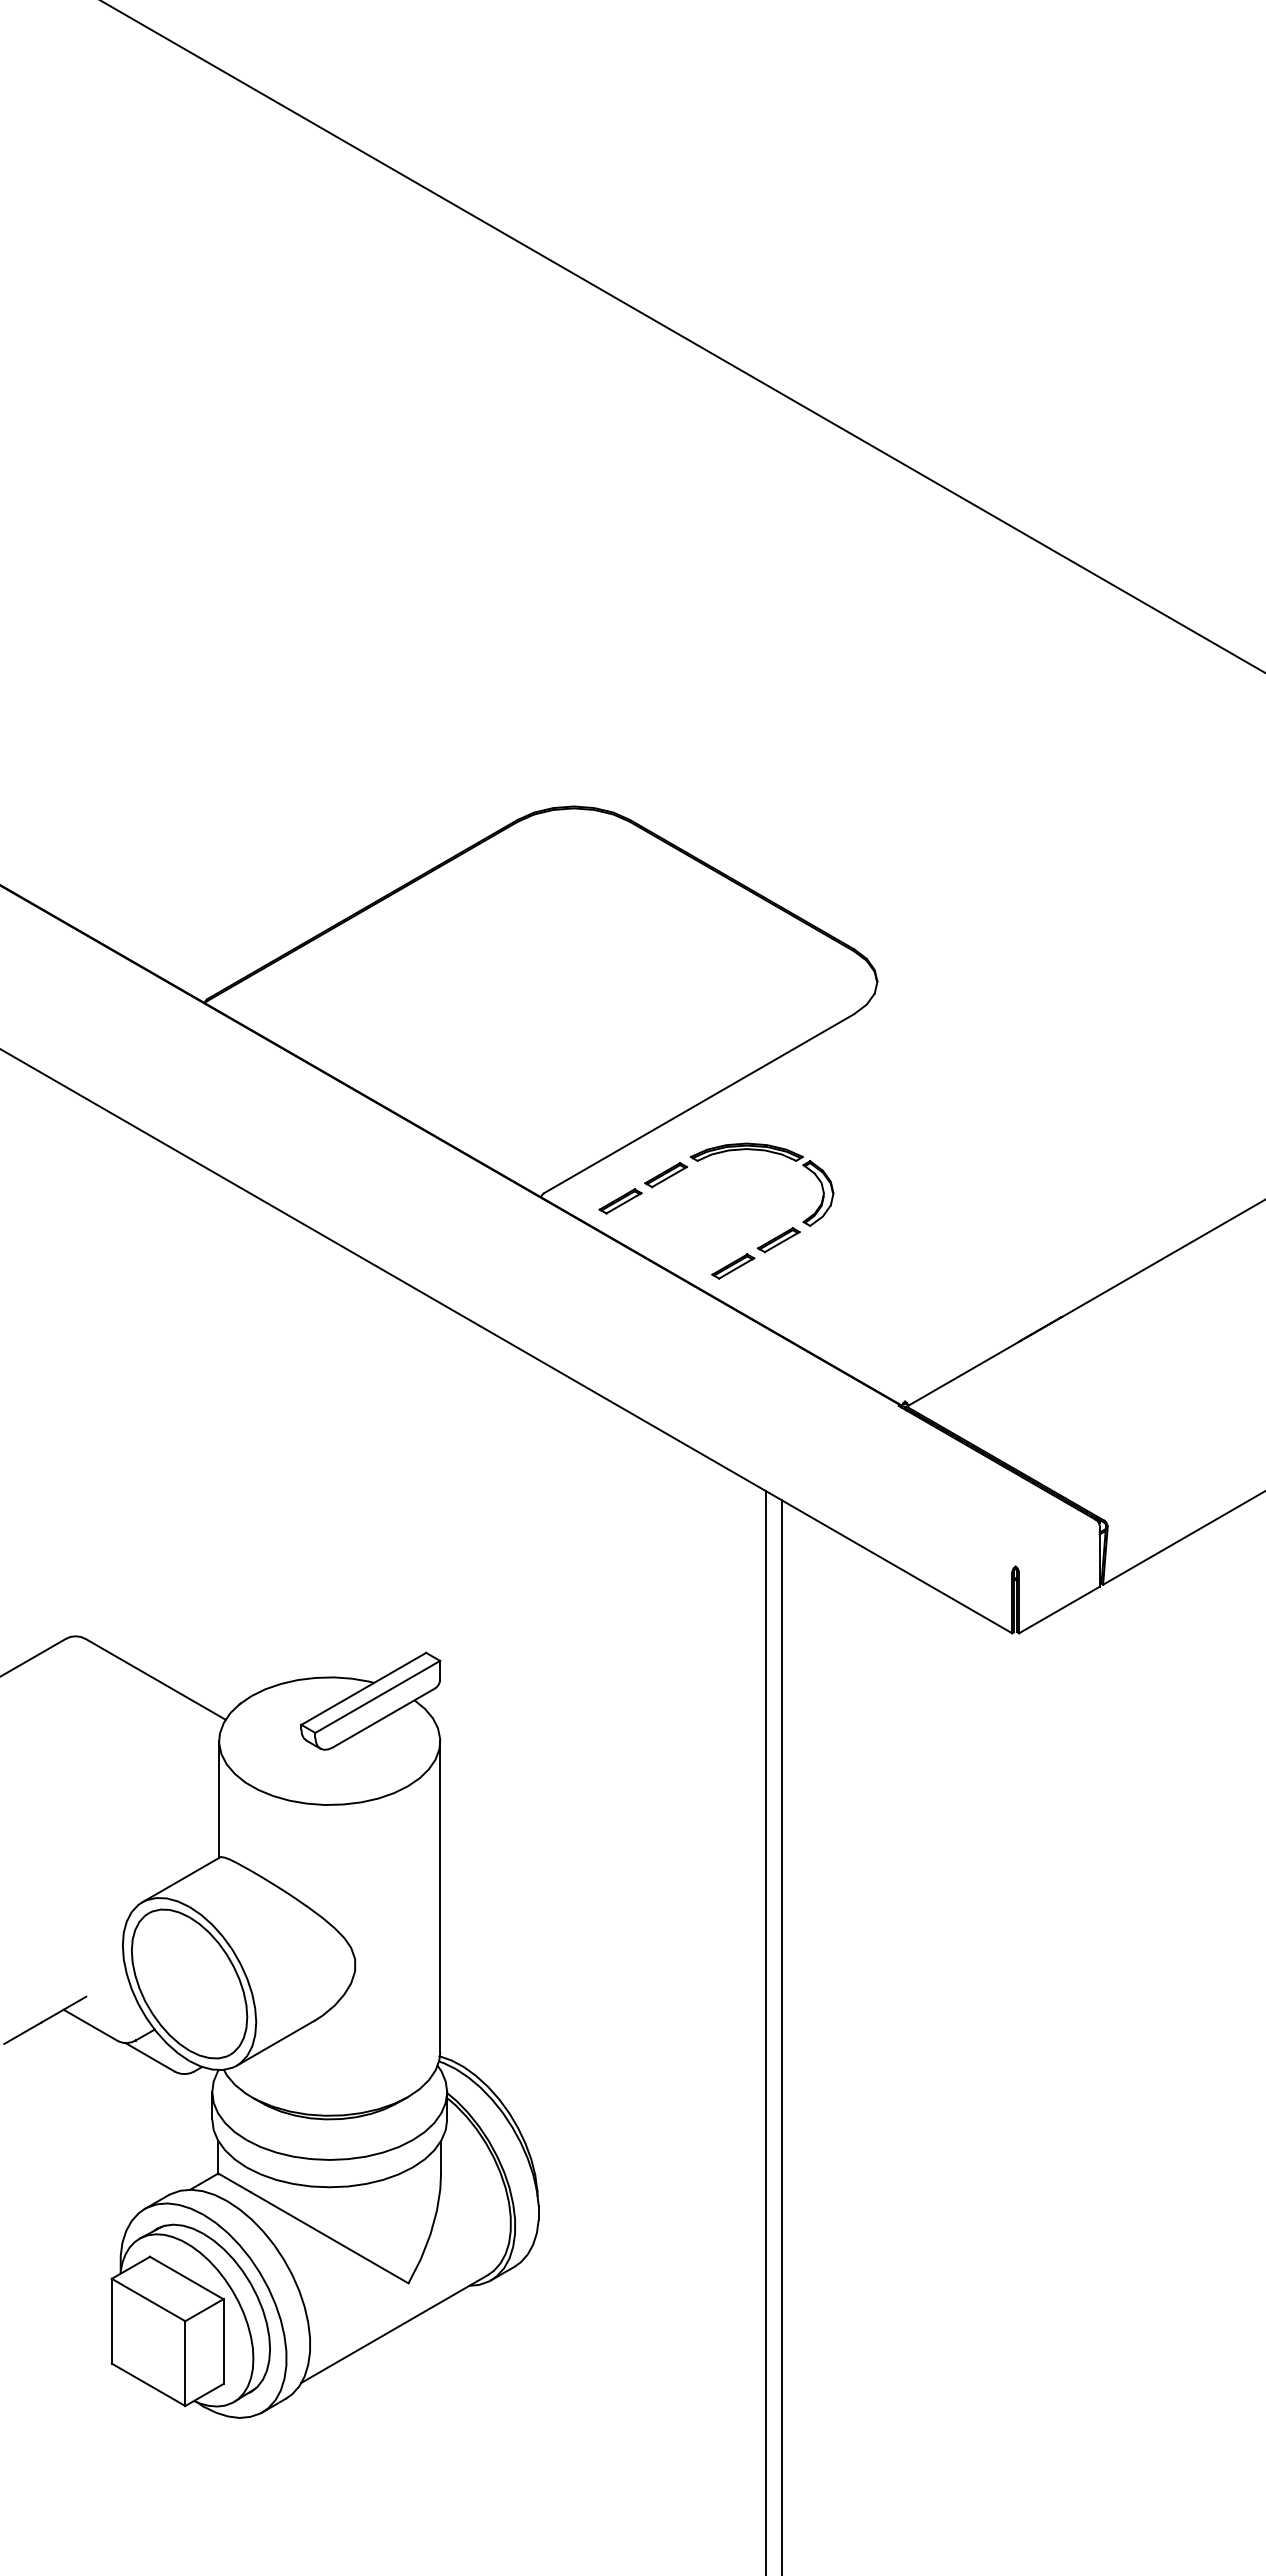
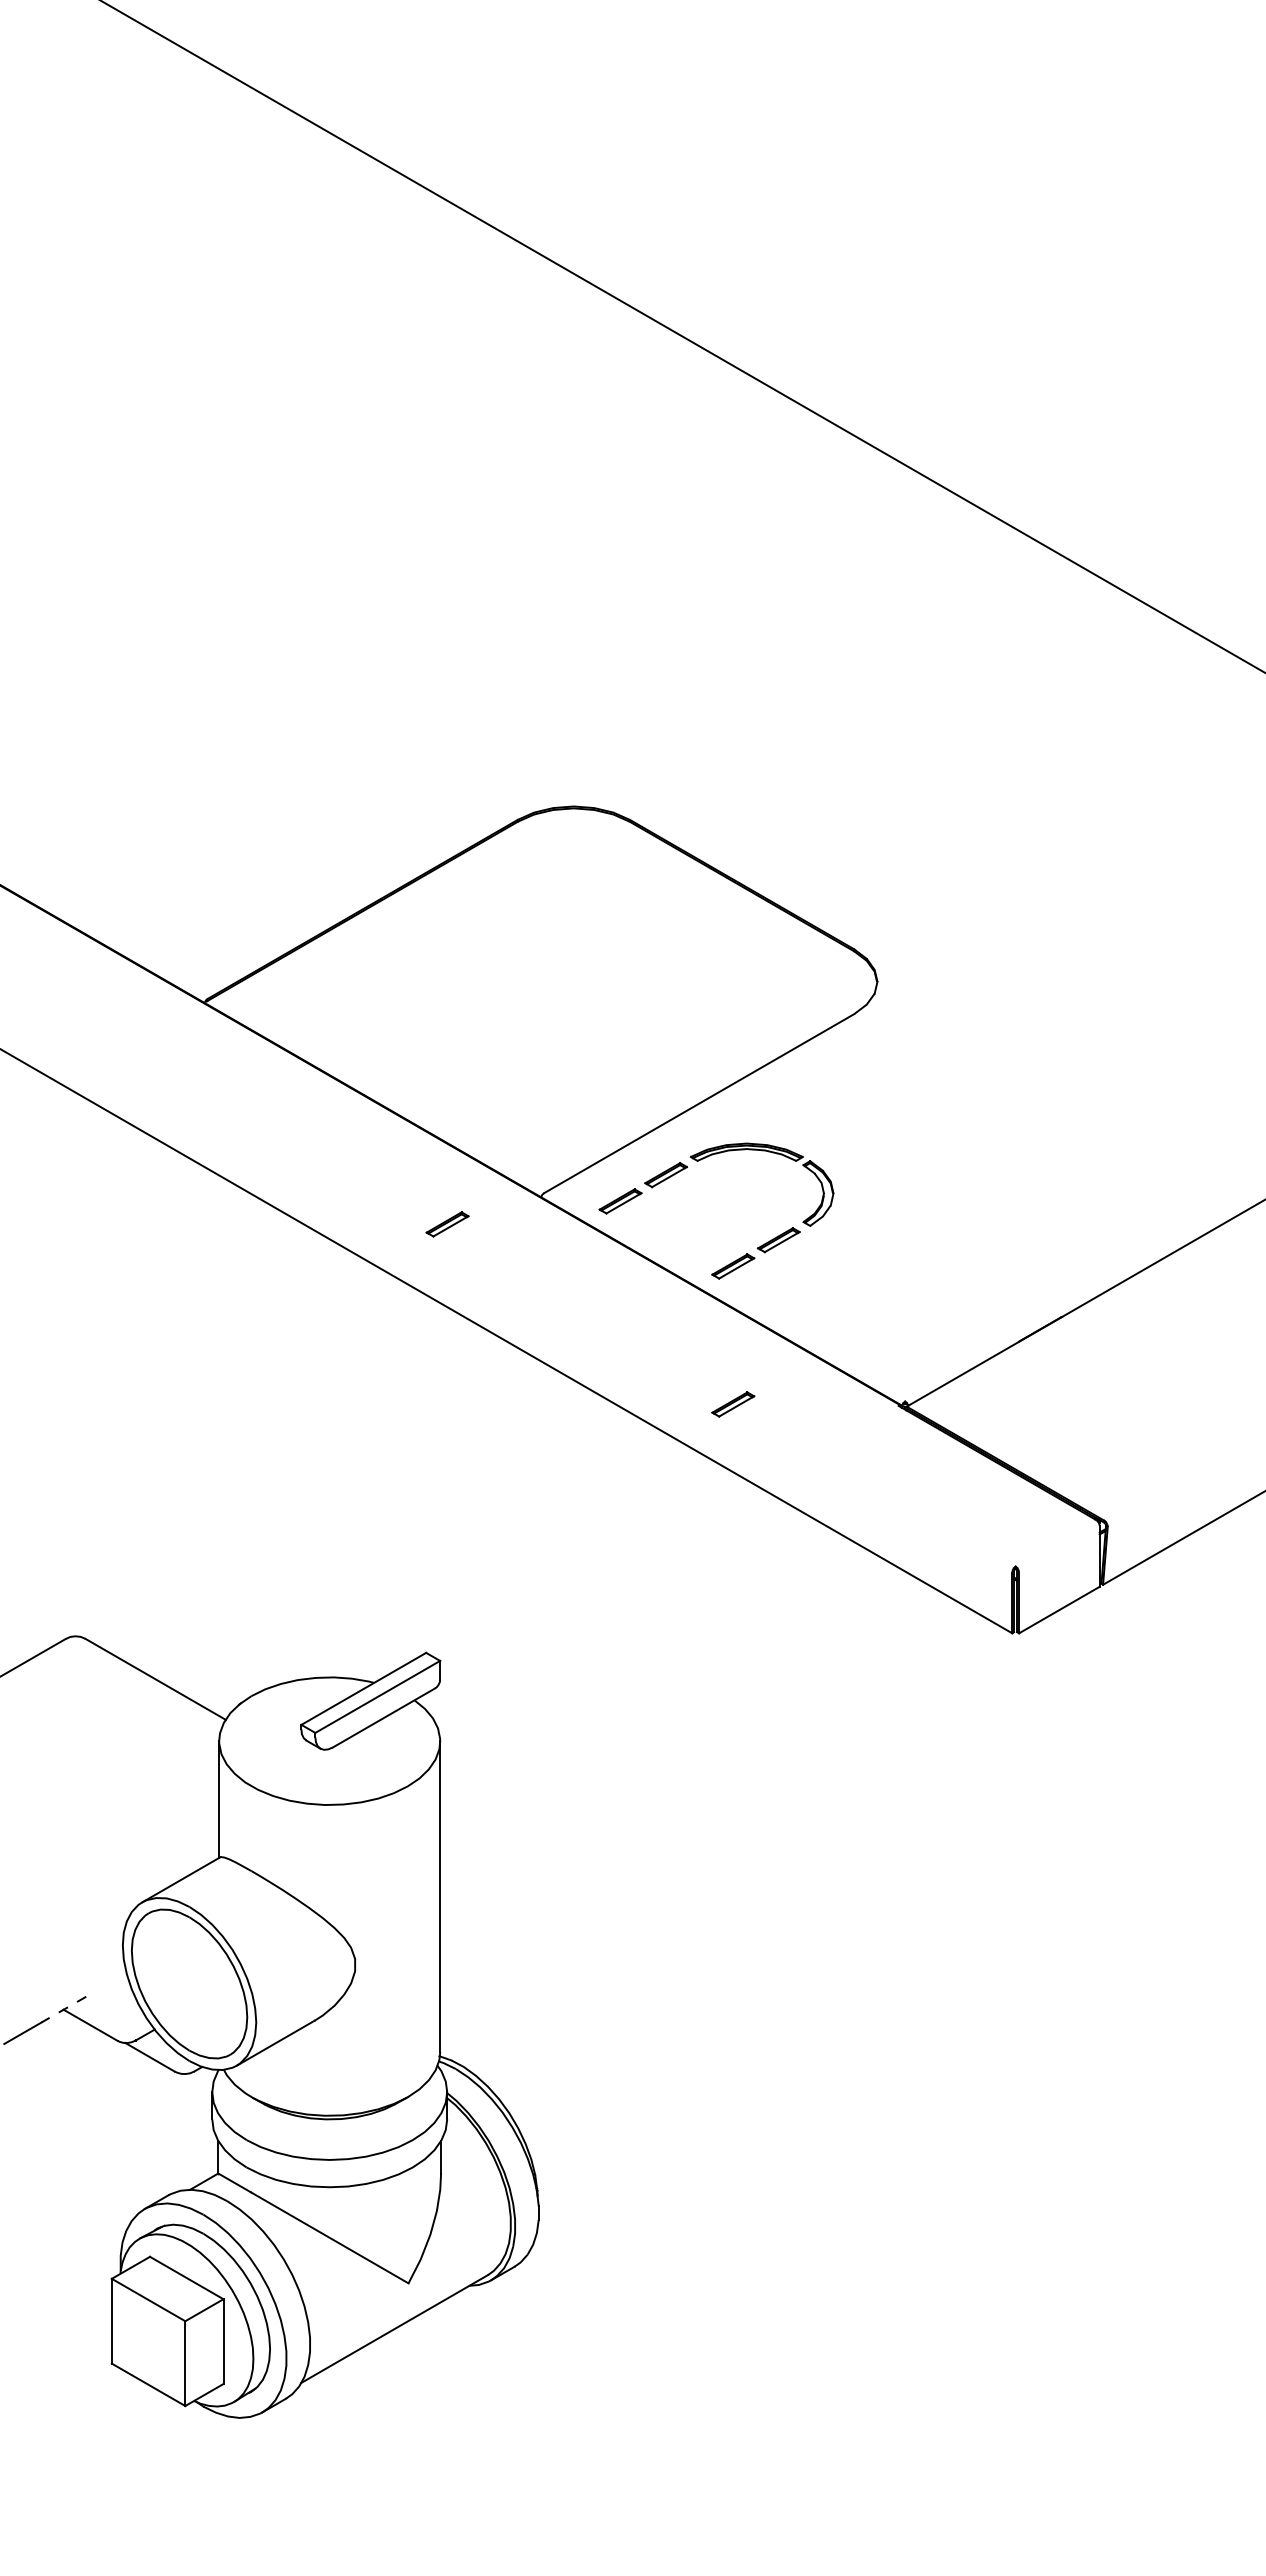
part at (447, 1224): none -> present
part at (733, 1404): none -> present
line at (63, 2009): solid -> dashed
line at (765, 2031): present -> none
line at (781, 2036): present -> none
